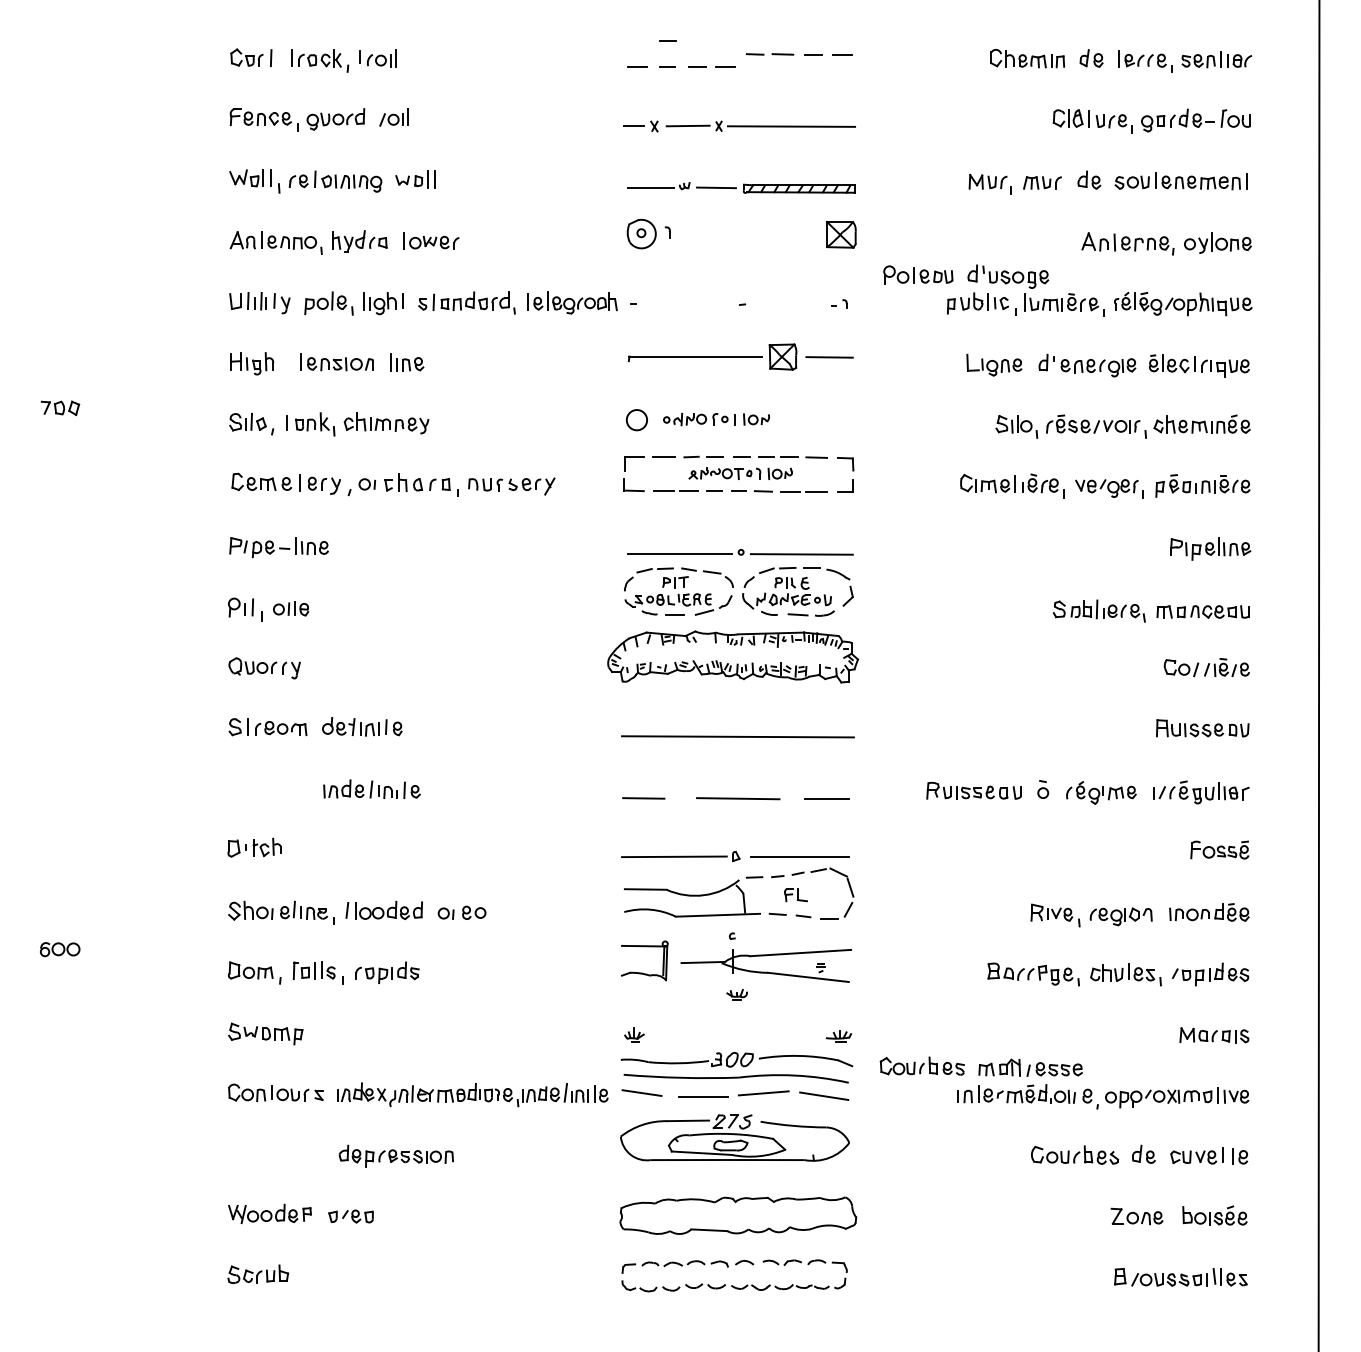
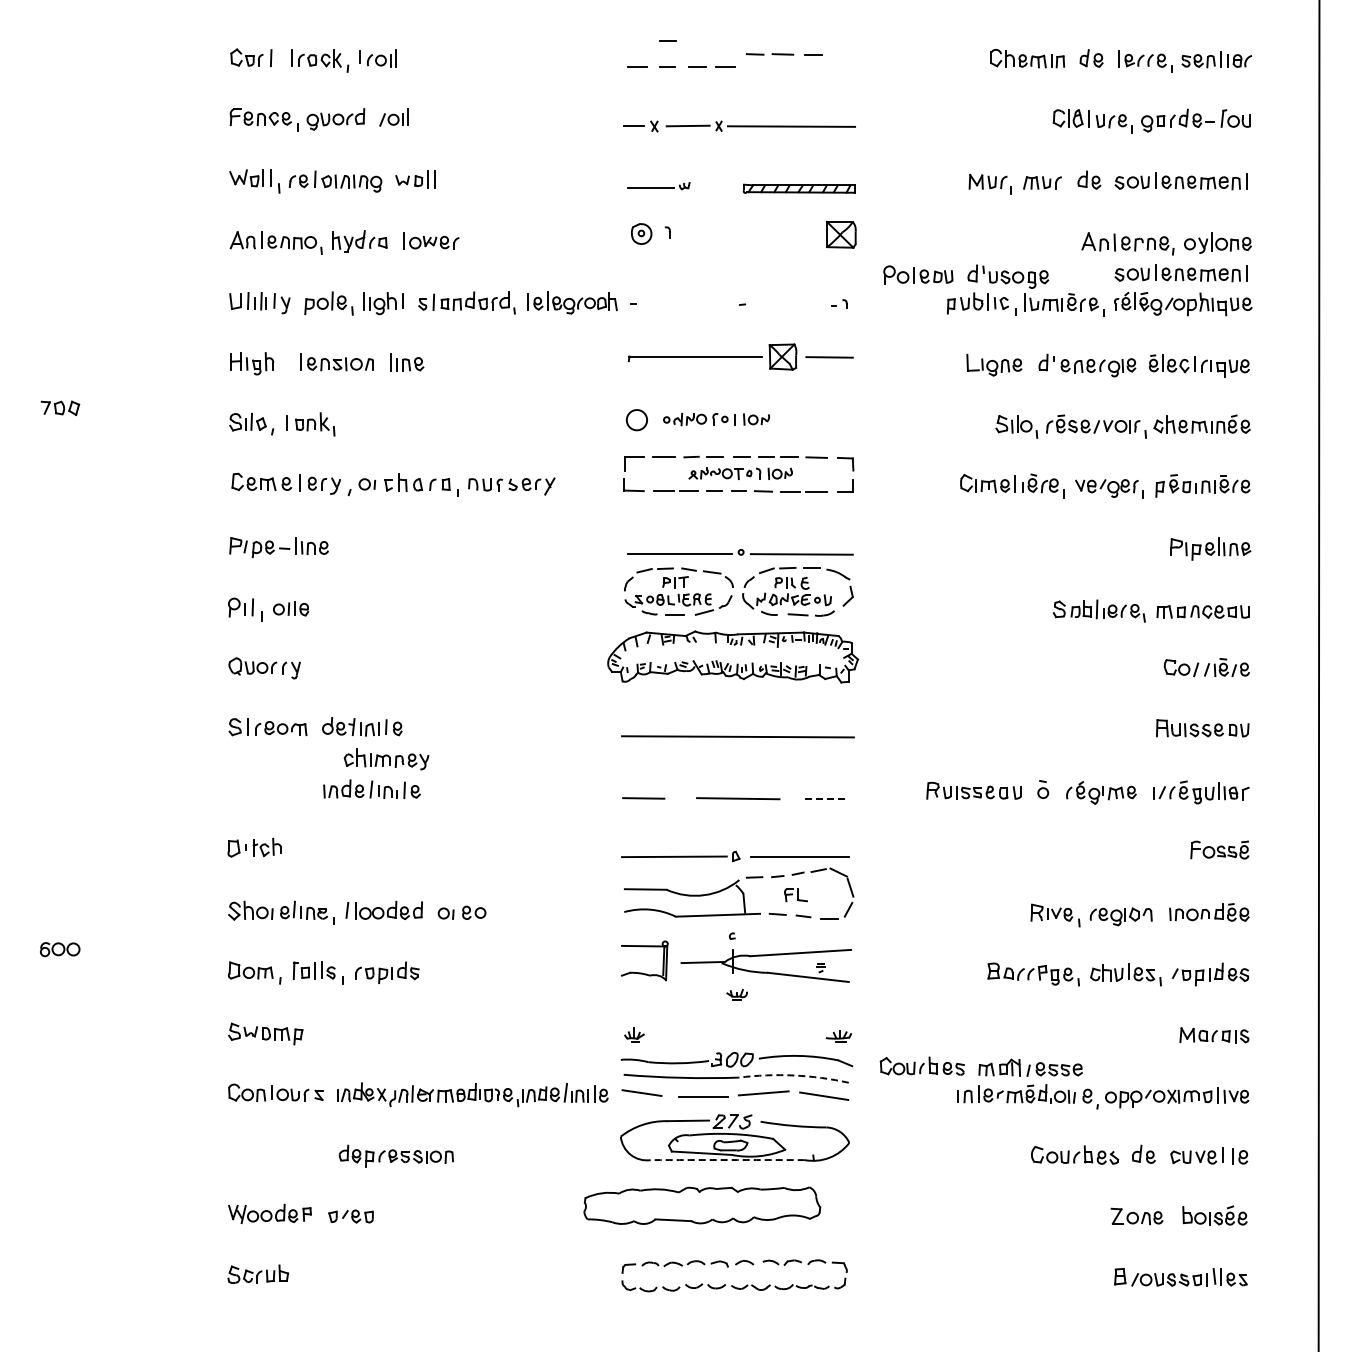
line at (842, 54): present -> none
line at (716, 187): present -> none
part at (641, 233) size: 31x32 px -> 22x22 px
part at (1180, 273): none -> present
part at (386, 423) position: (386, 423) -> (386, 759)
line at (827, 799): solid -> dashed
arc at (794, 1075): solid -> dashed
arc at (727, 1160): solid -> dashed
part at (738, 1215) position: (738, 1215) -> (702, 1205)
